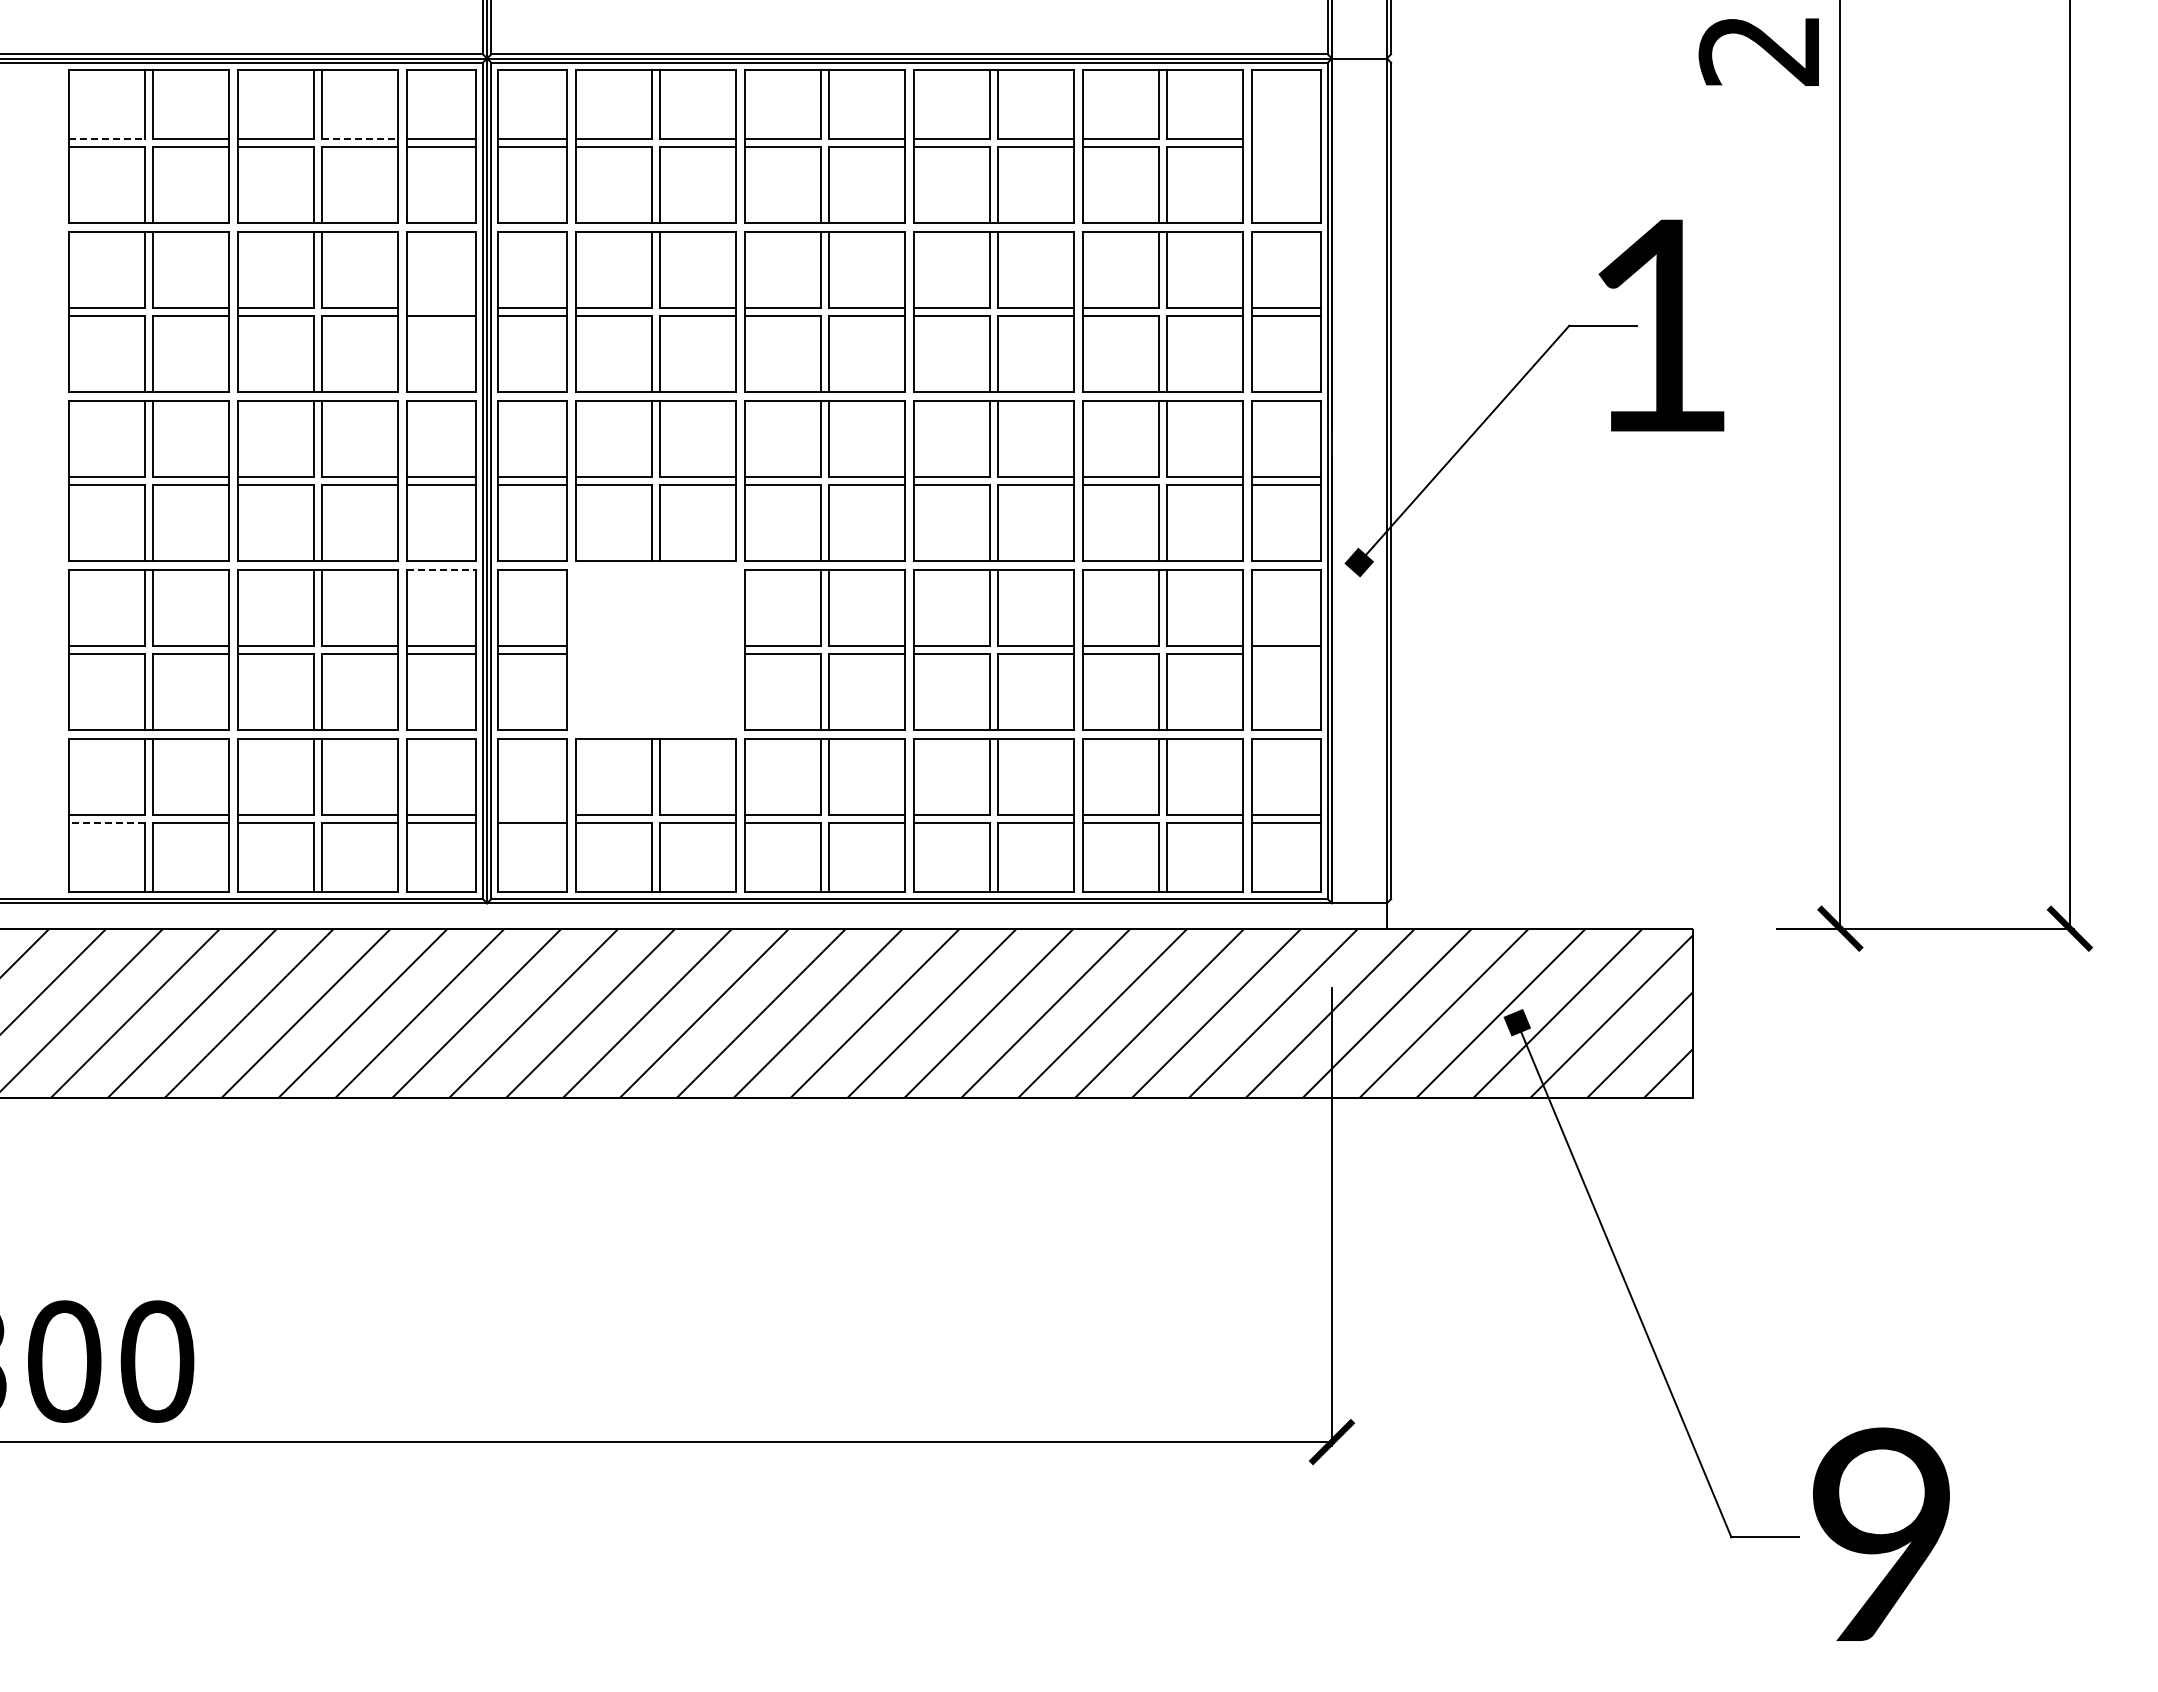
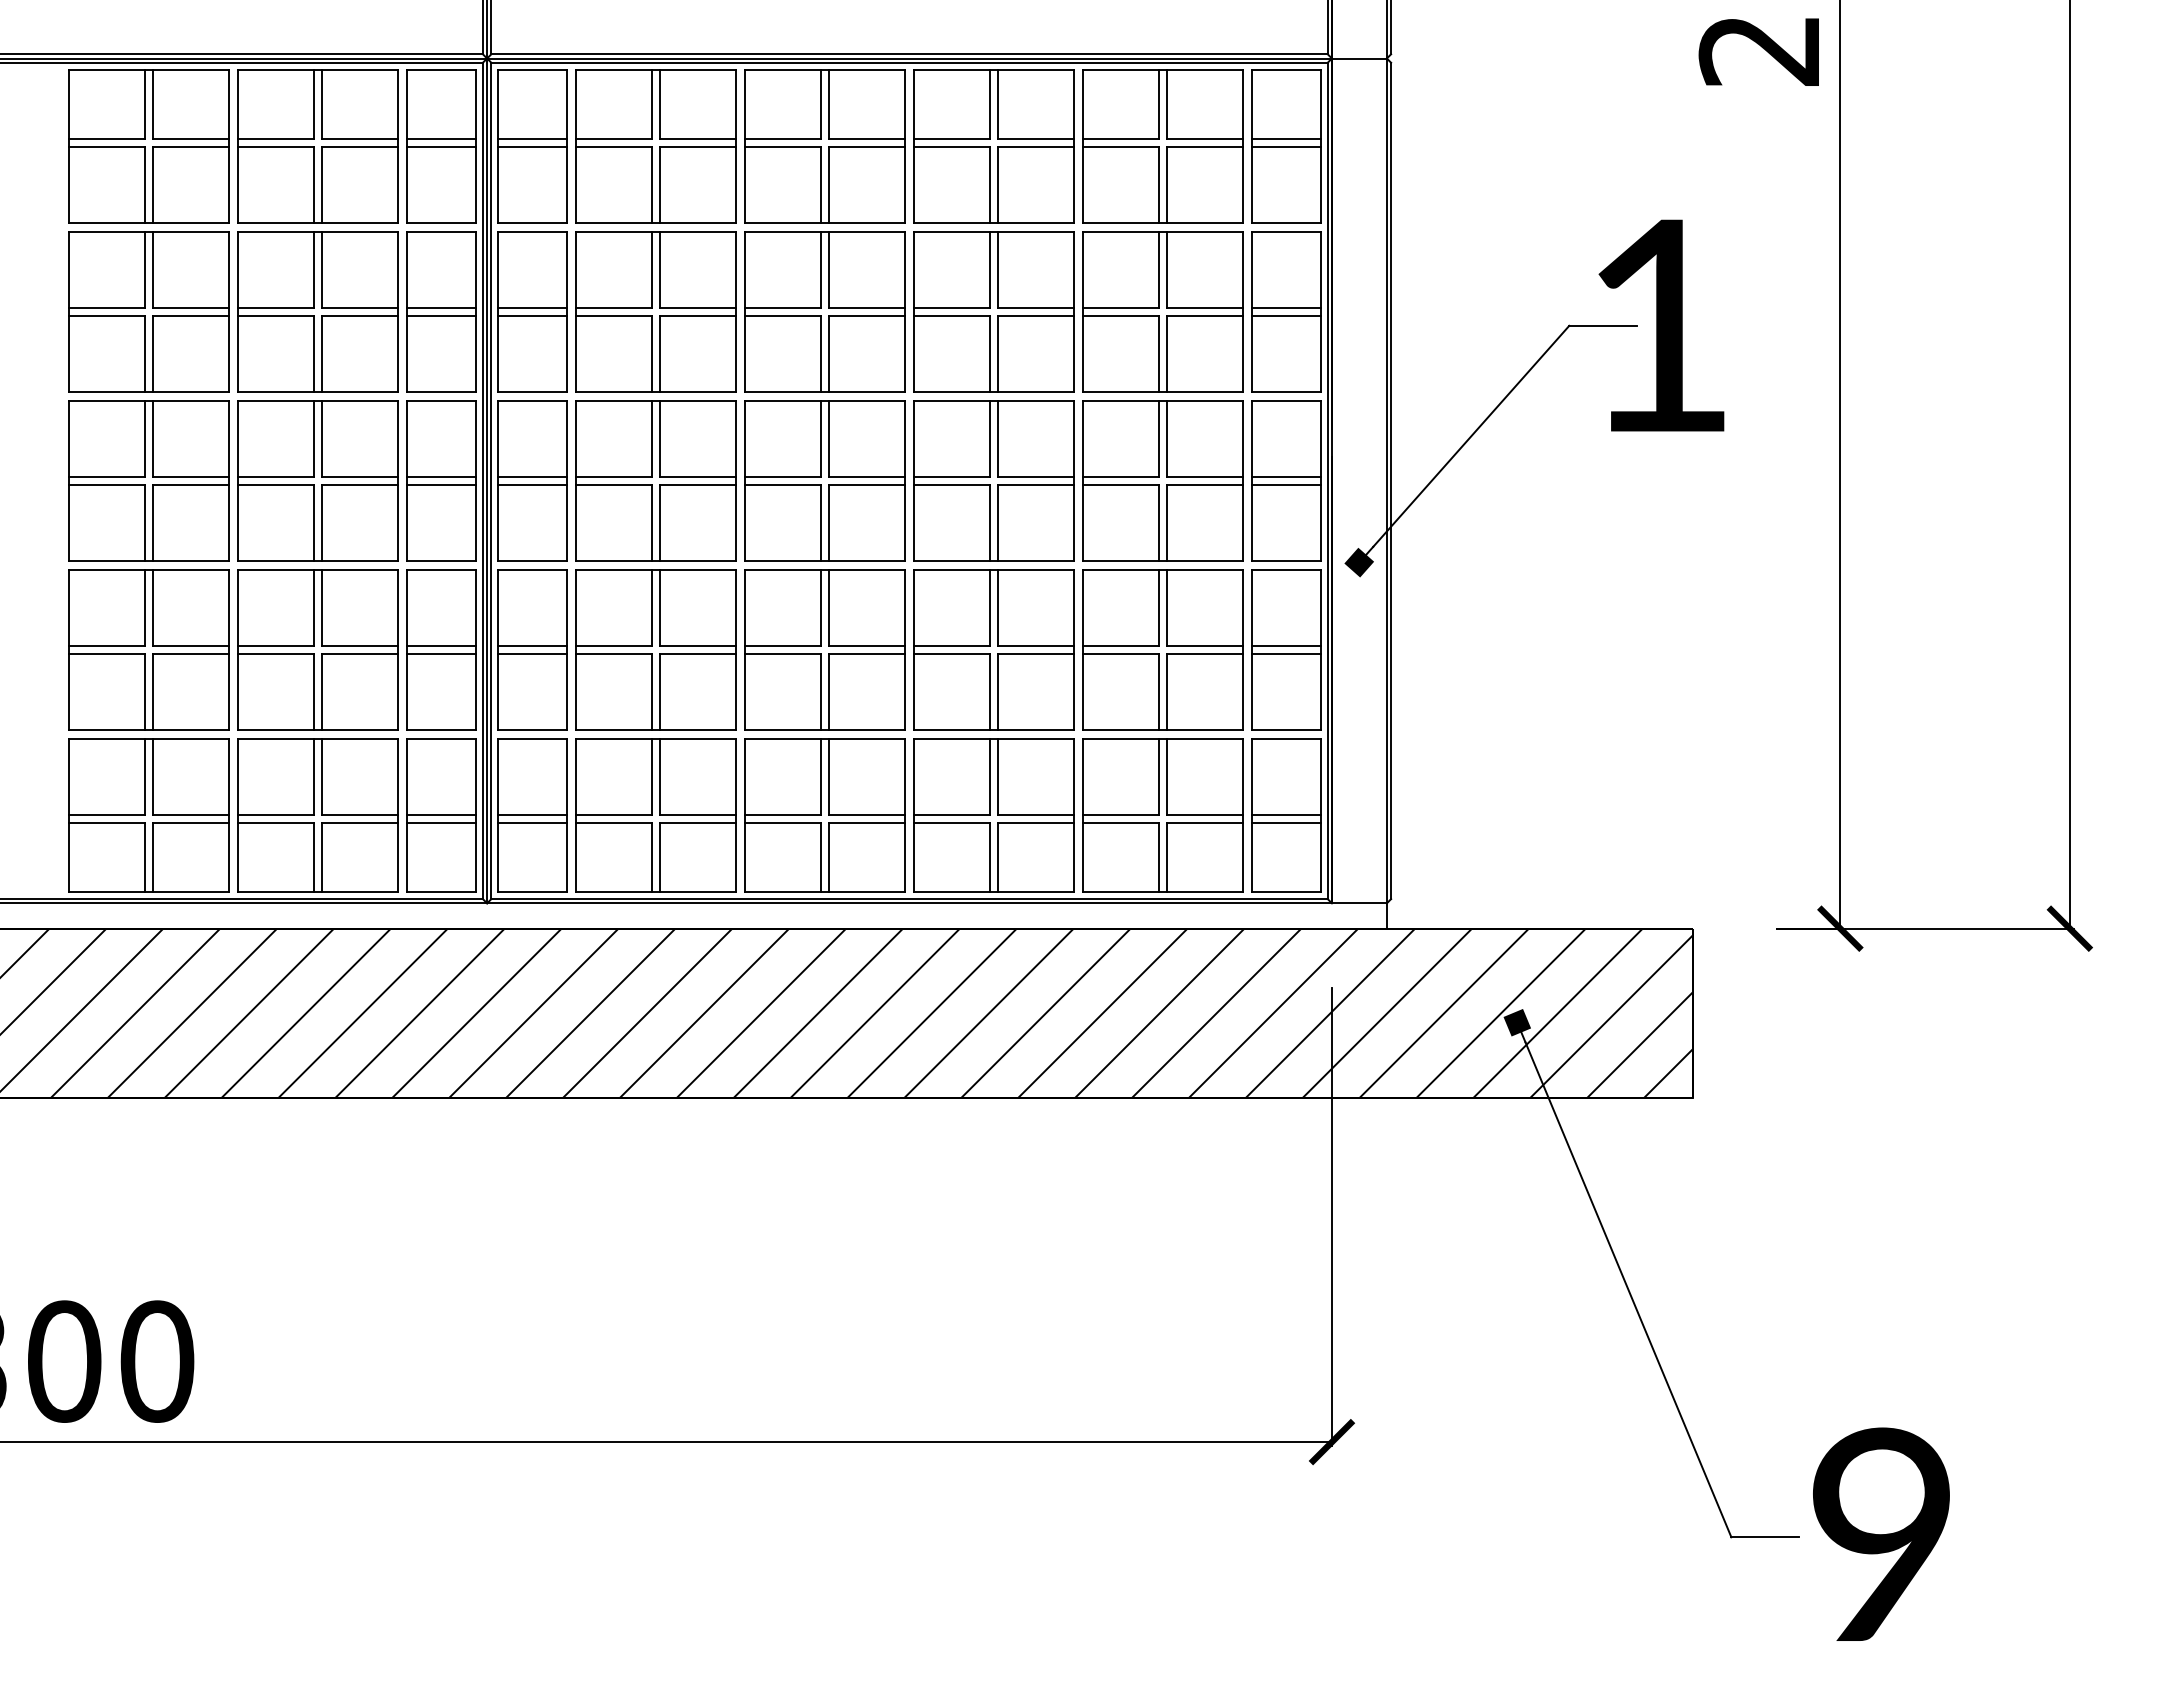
line at (107, 138): dashed -> solid
line at (360, 138): dashed -> solid
line at (1285, 138): none -> present
line at (1285, 147): none -> present
line at (441, 307): none -> present
line at (441, 569): dashed -> solid
part at (655, 649): none -> present
line at (1285, 654): none -> present
line at (532, 814): none -> present
line at (106, 823): dashed -> solid
